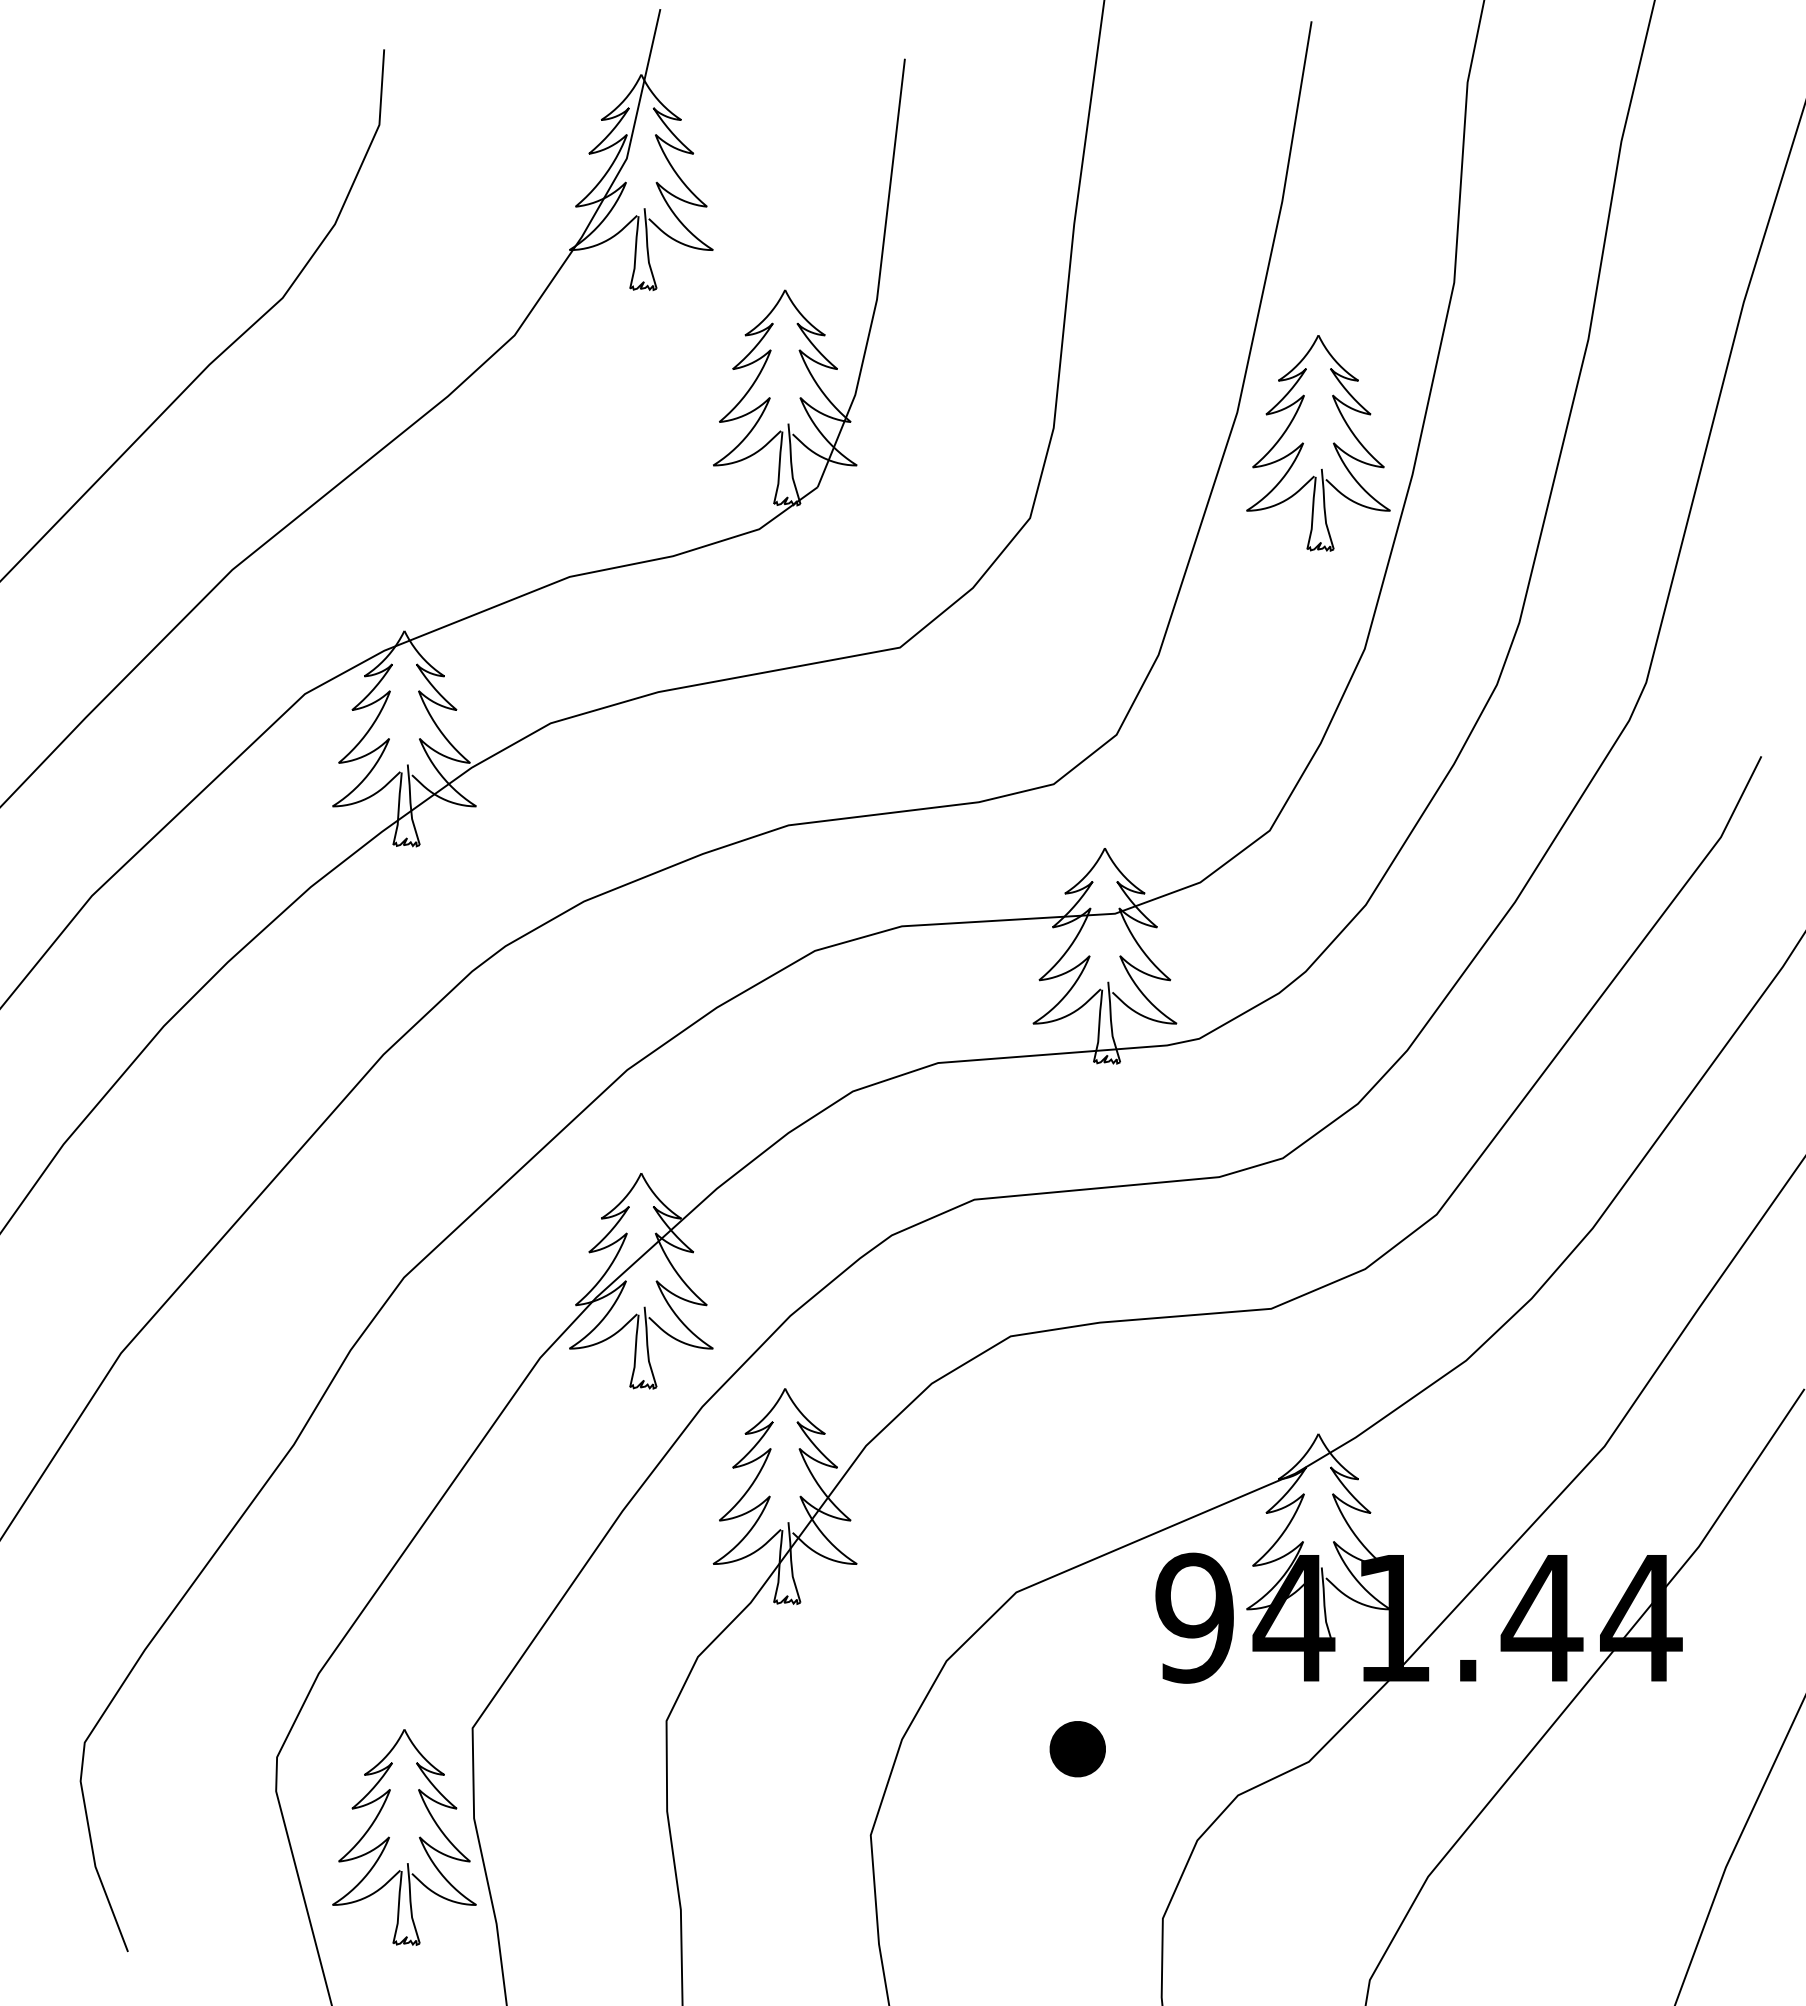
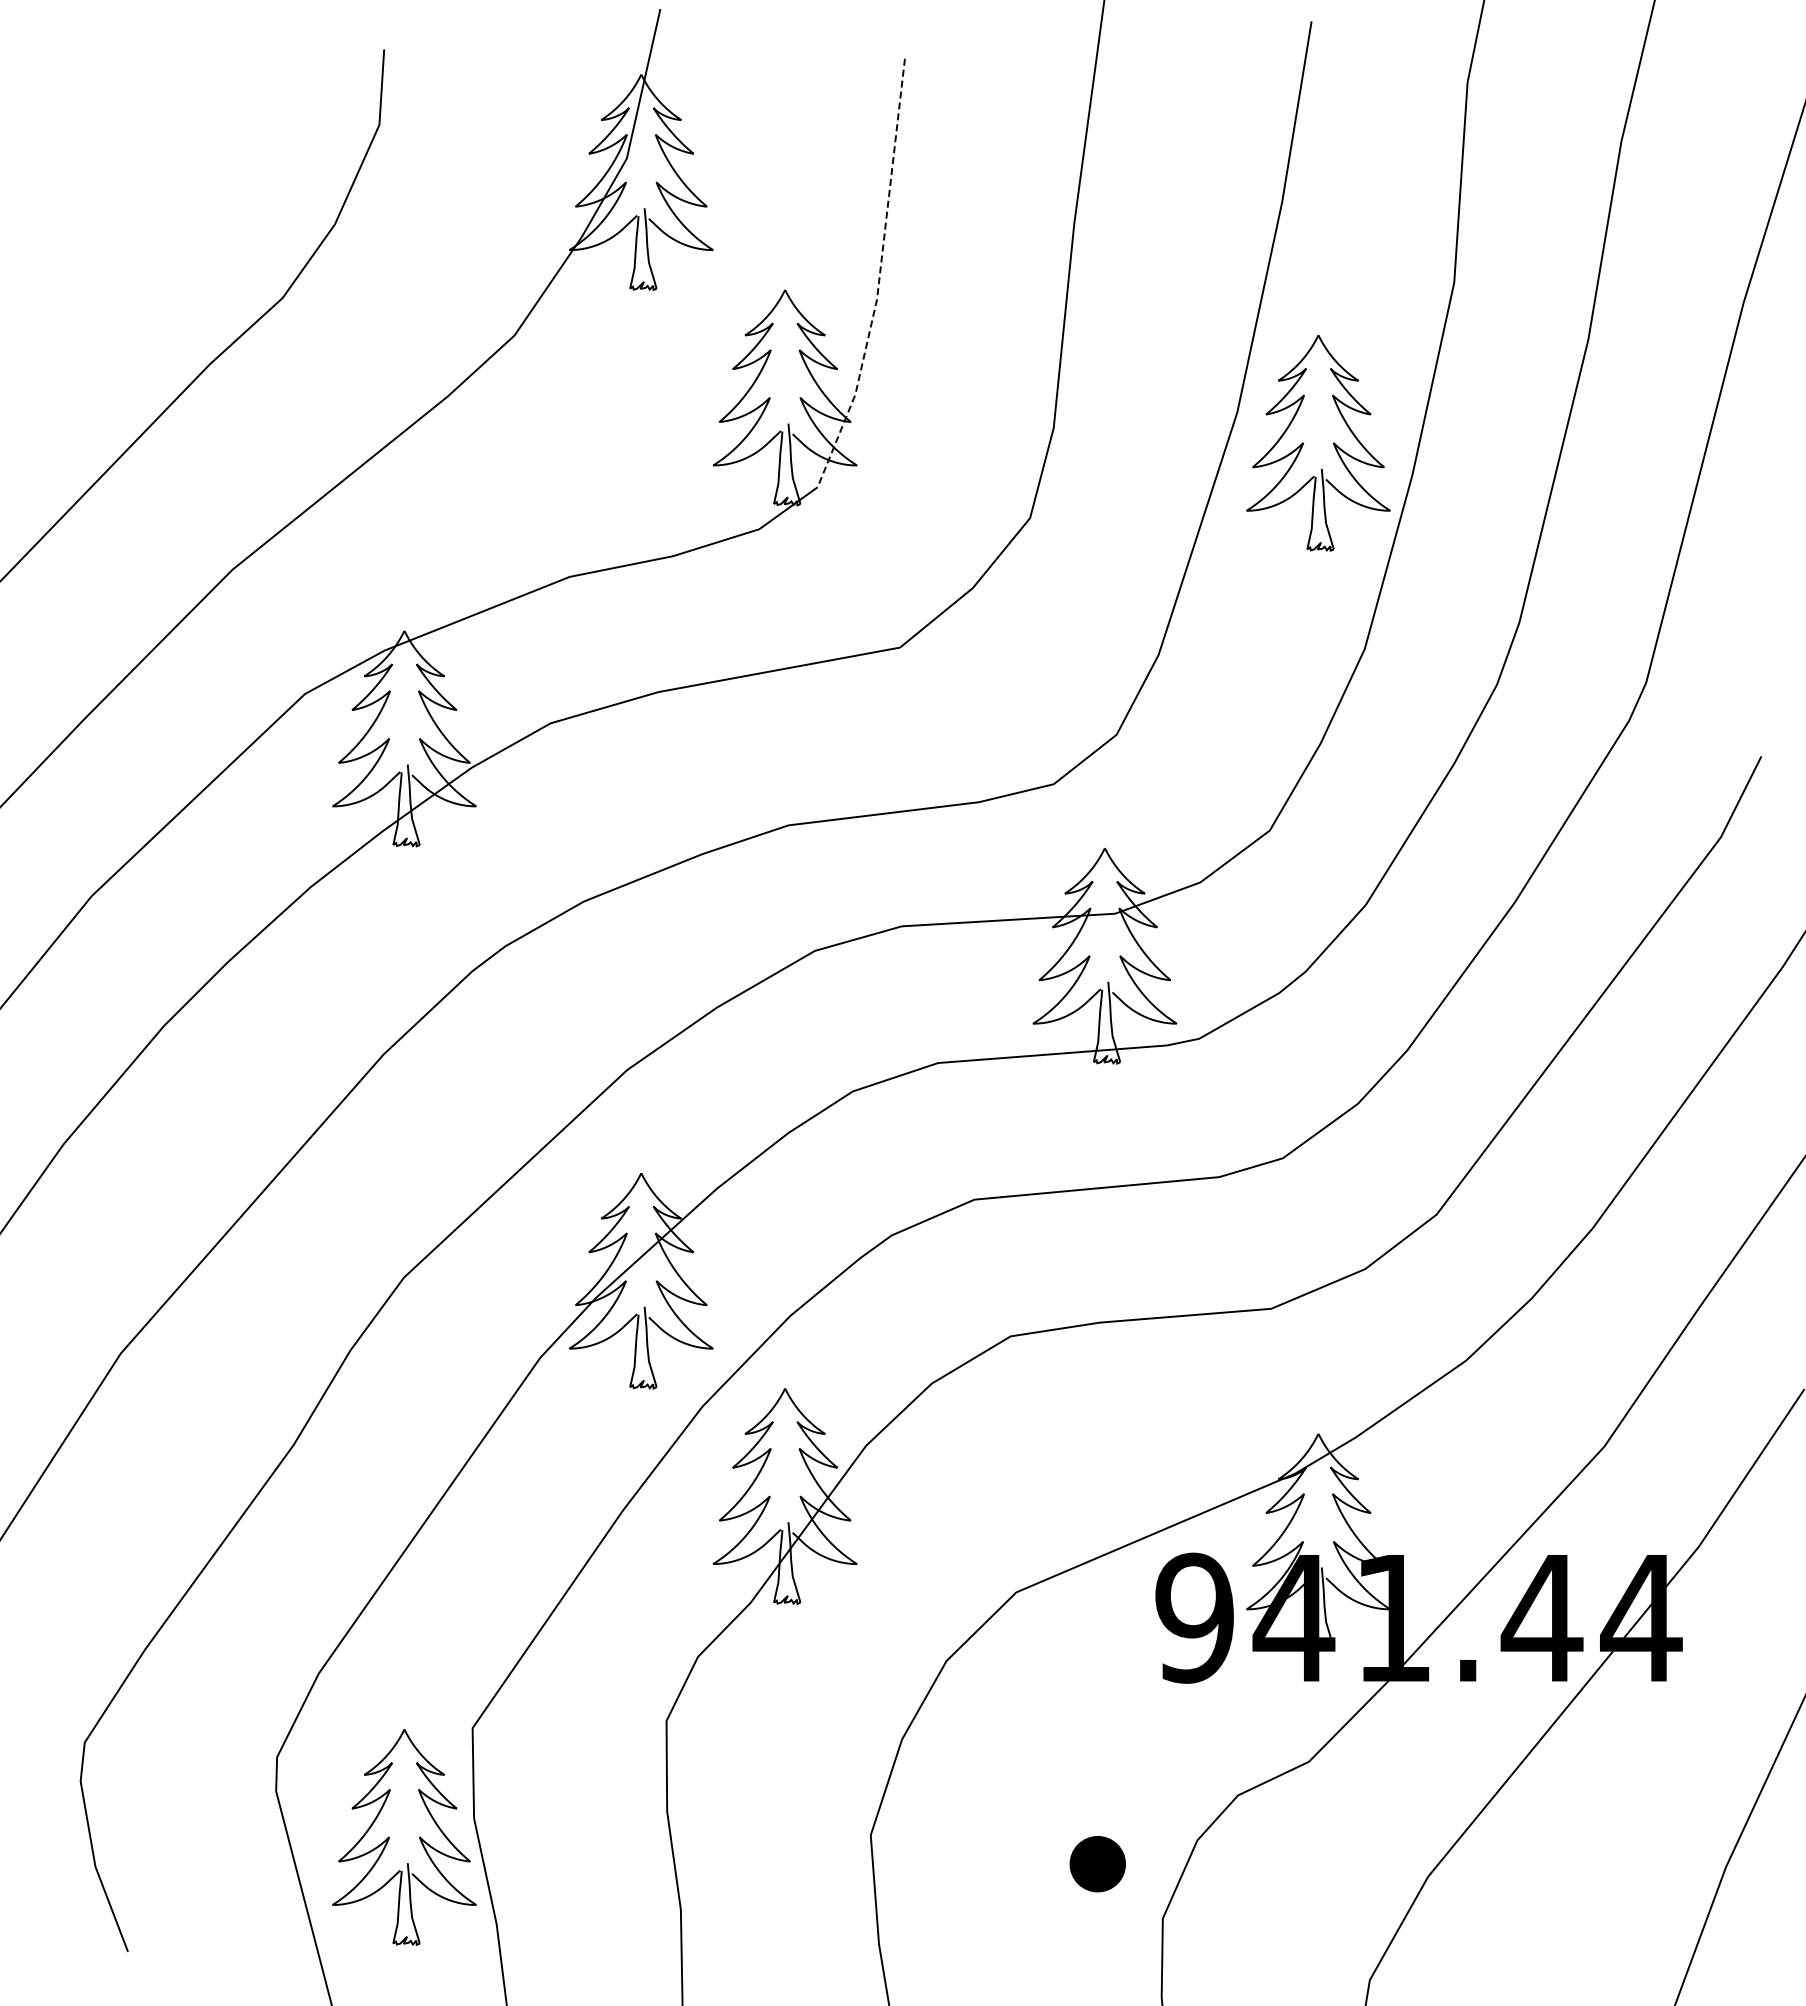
line at (879, 278): solid -> dashed
part at (1077, 1749) position: (1077, 1749) -> (1097, 1864)
